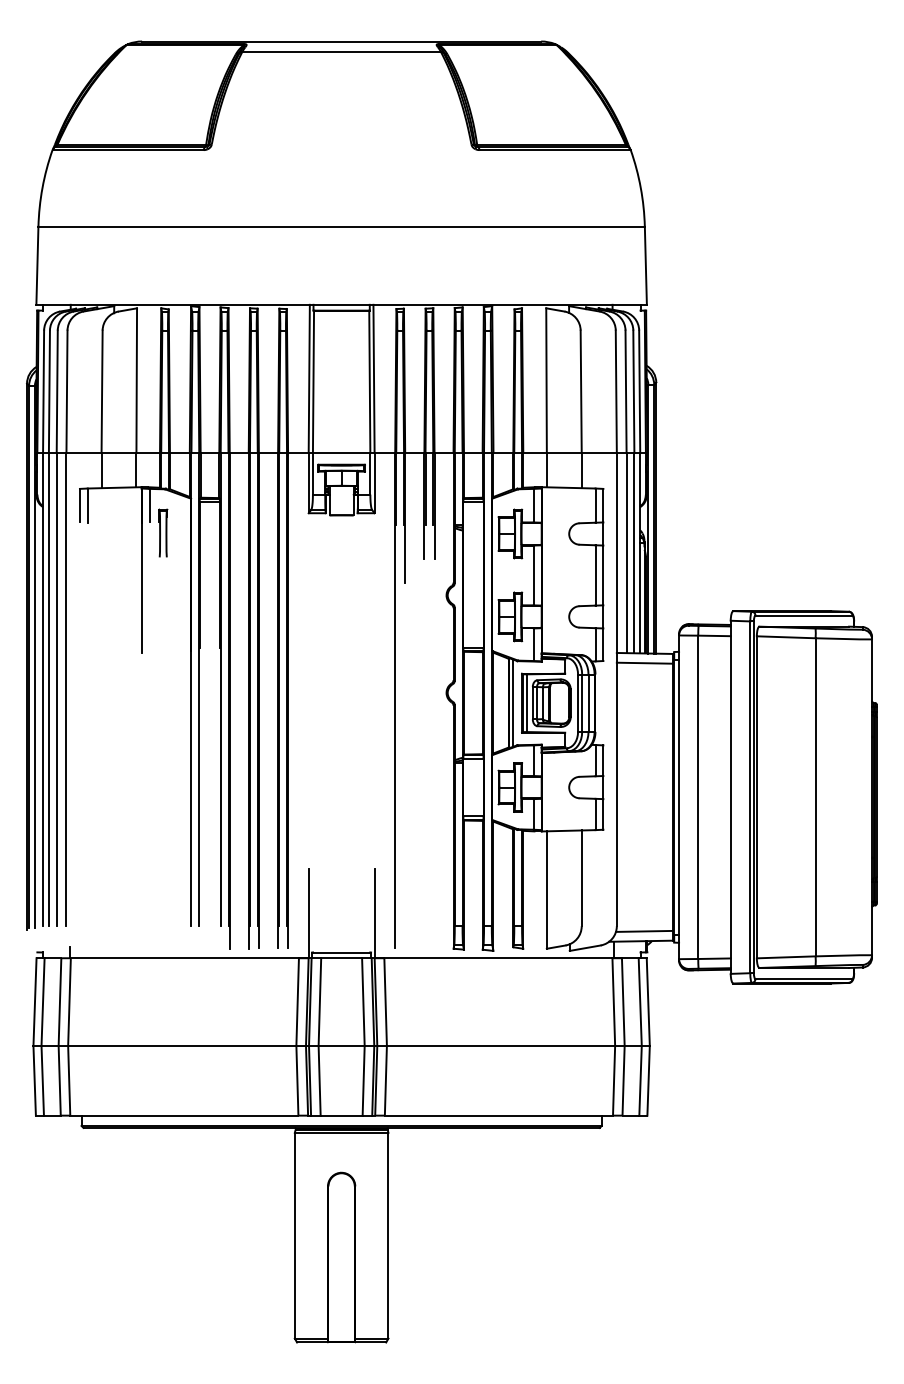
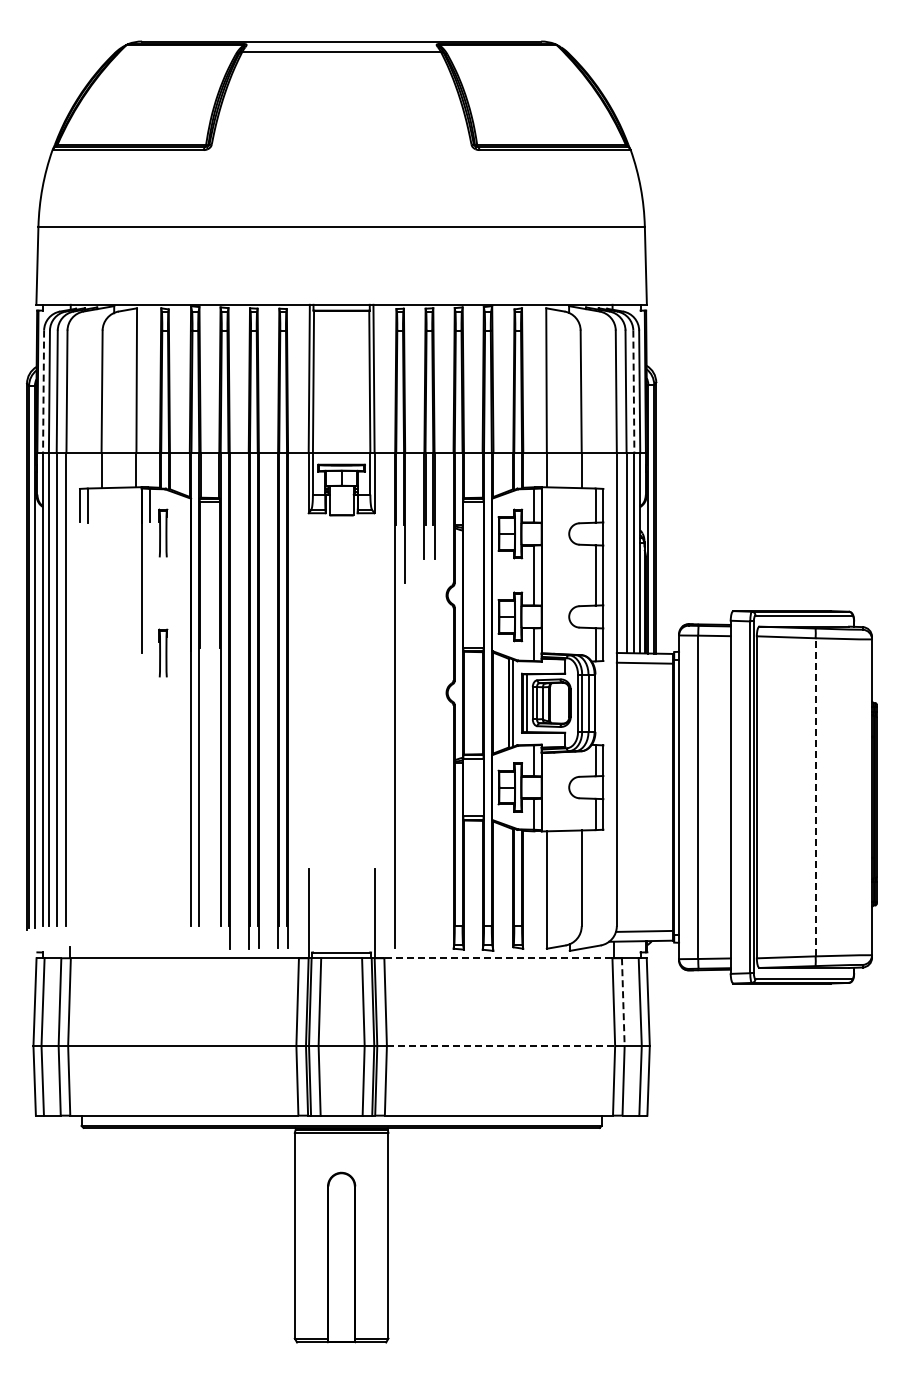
line at (43, 392): solid -> dashed
line at (633, 392): solid -> dashed
part at (163, 652): none -> present
line at (815, 796): solid -> dashed
line at (497, 958): solid -> dashed
line at (623, 1001): solid -> dashed
line at (501, 1046): solid -> dashed
